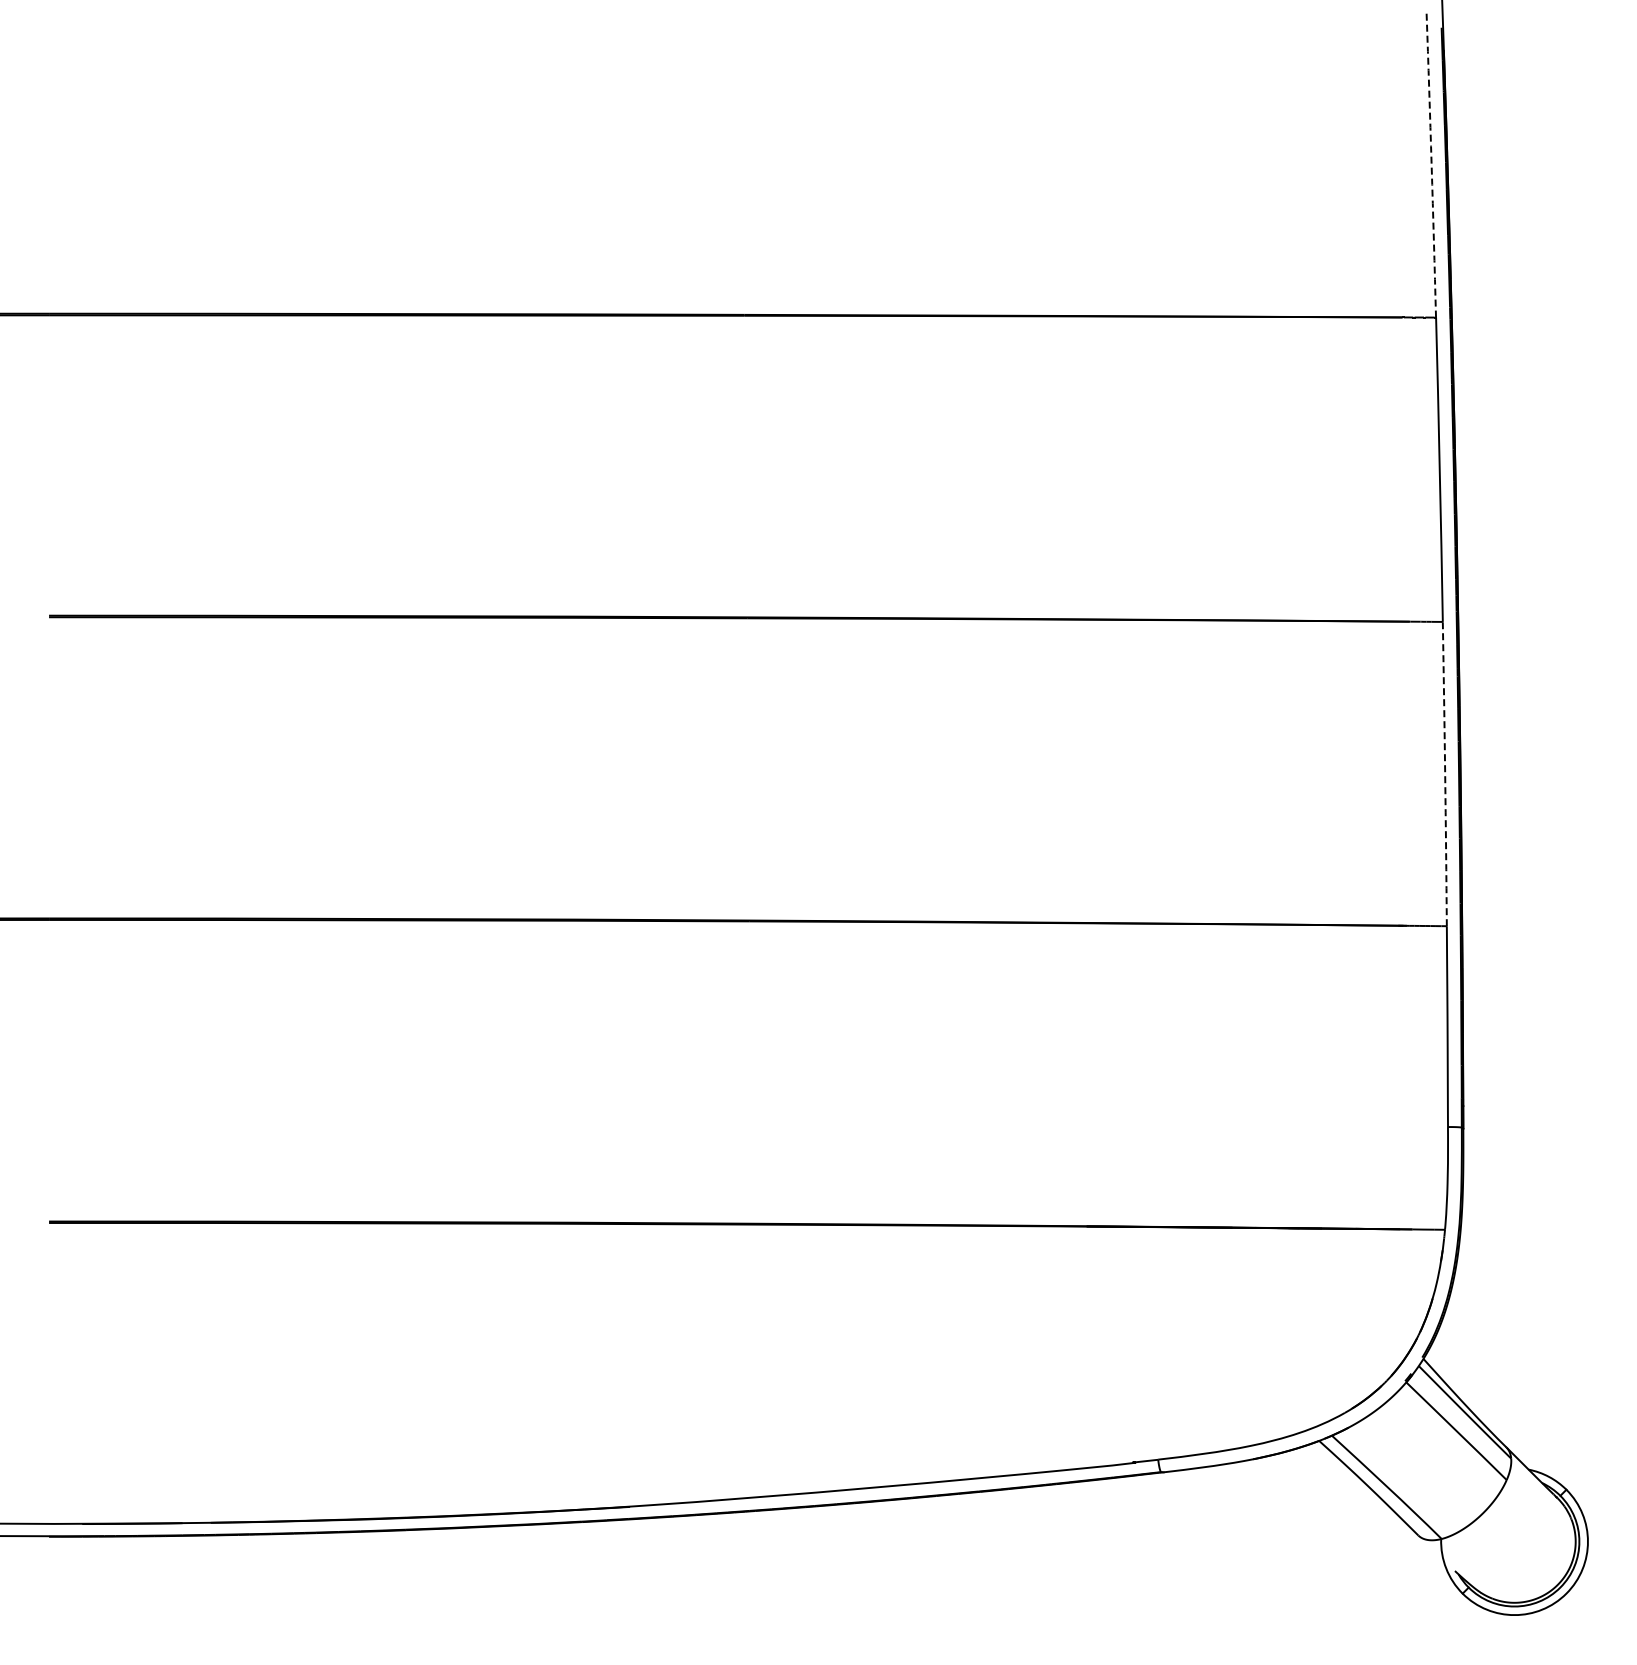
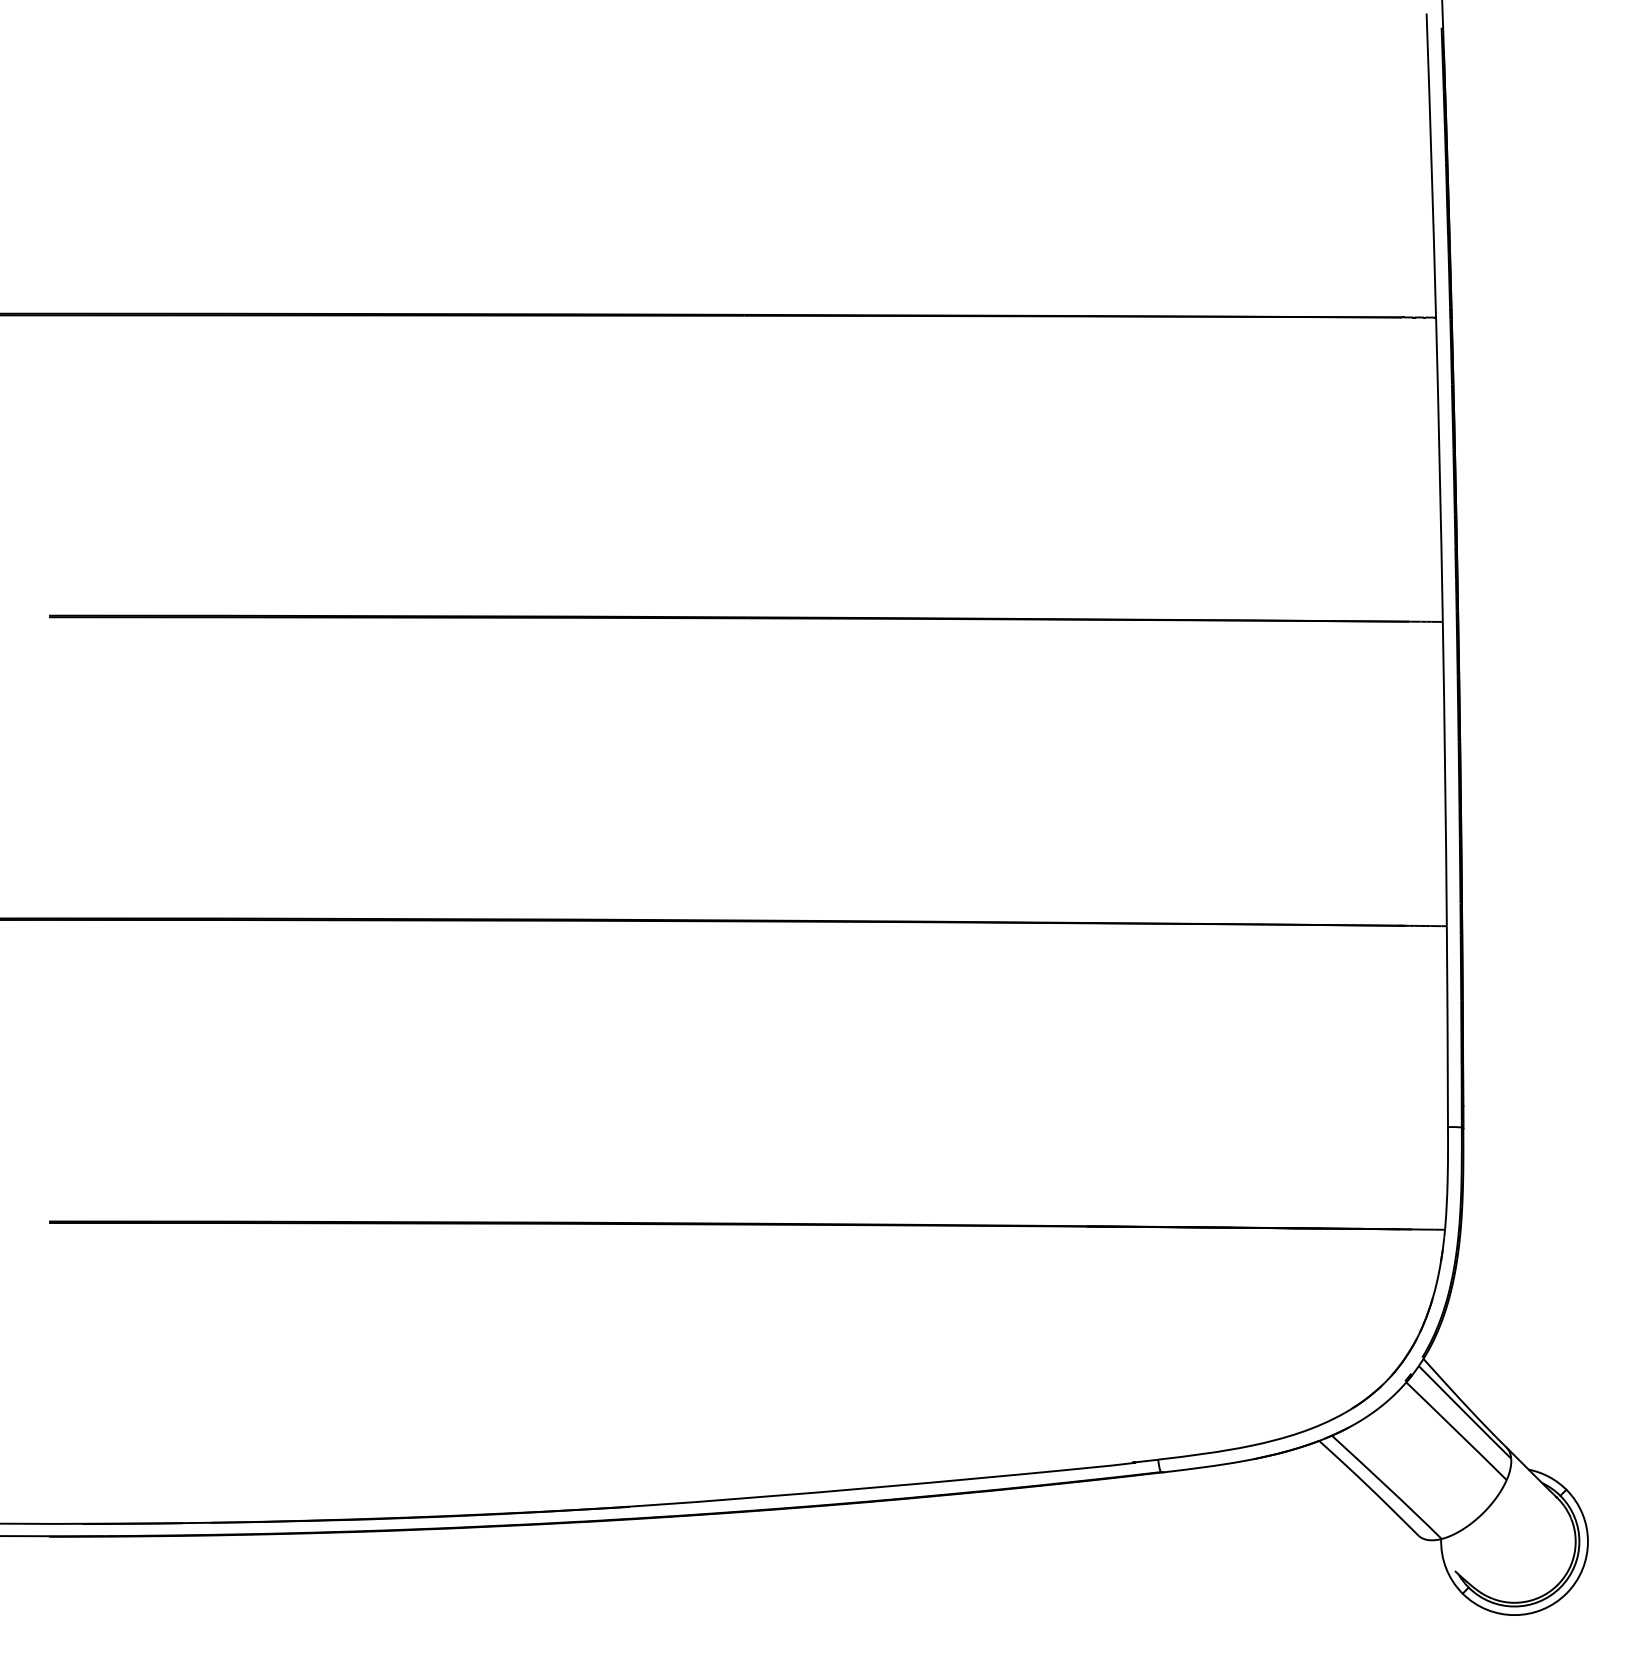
arc at (1431, 165): dashed -> solid
arc at (1445, 774): dashed -> solid
